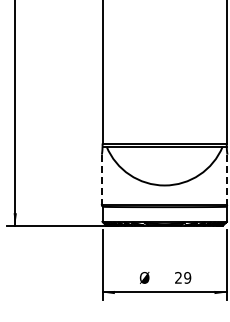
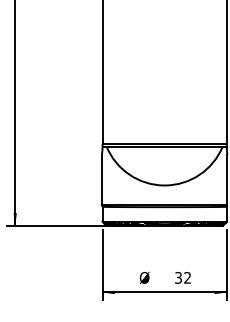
line at (101, 180): dashed -> solid
line at (227, 180): dashed -> solid
text at (183, 277): 29 -> 32
